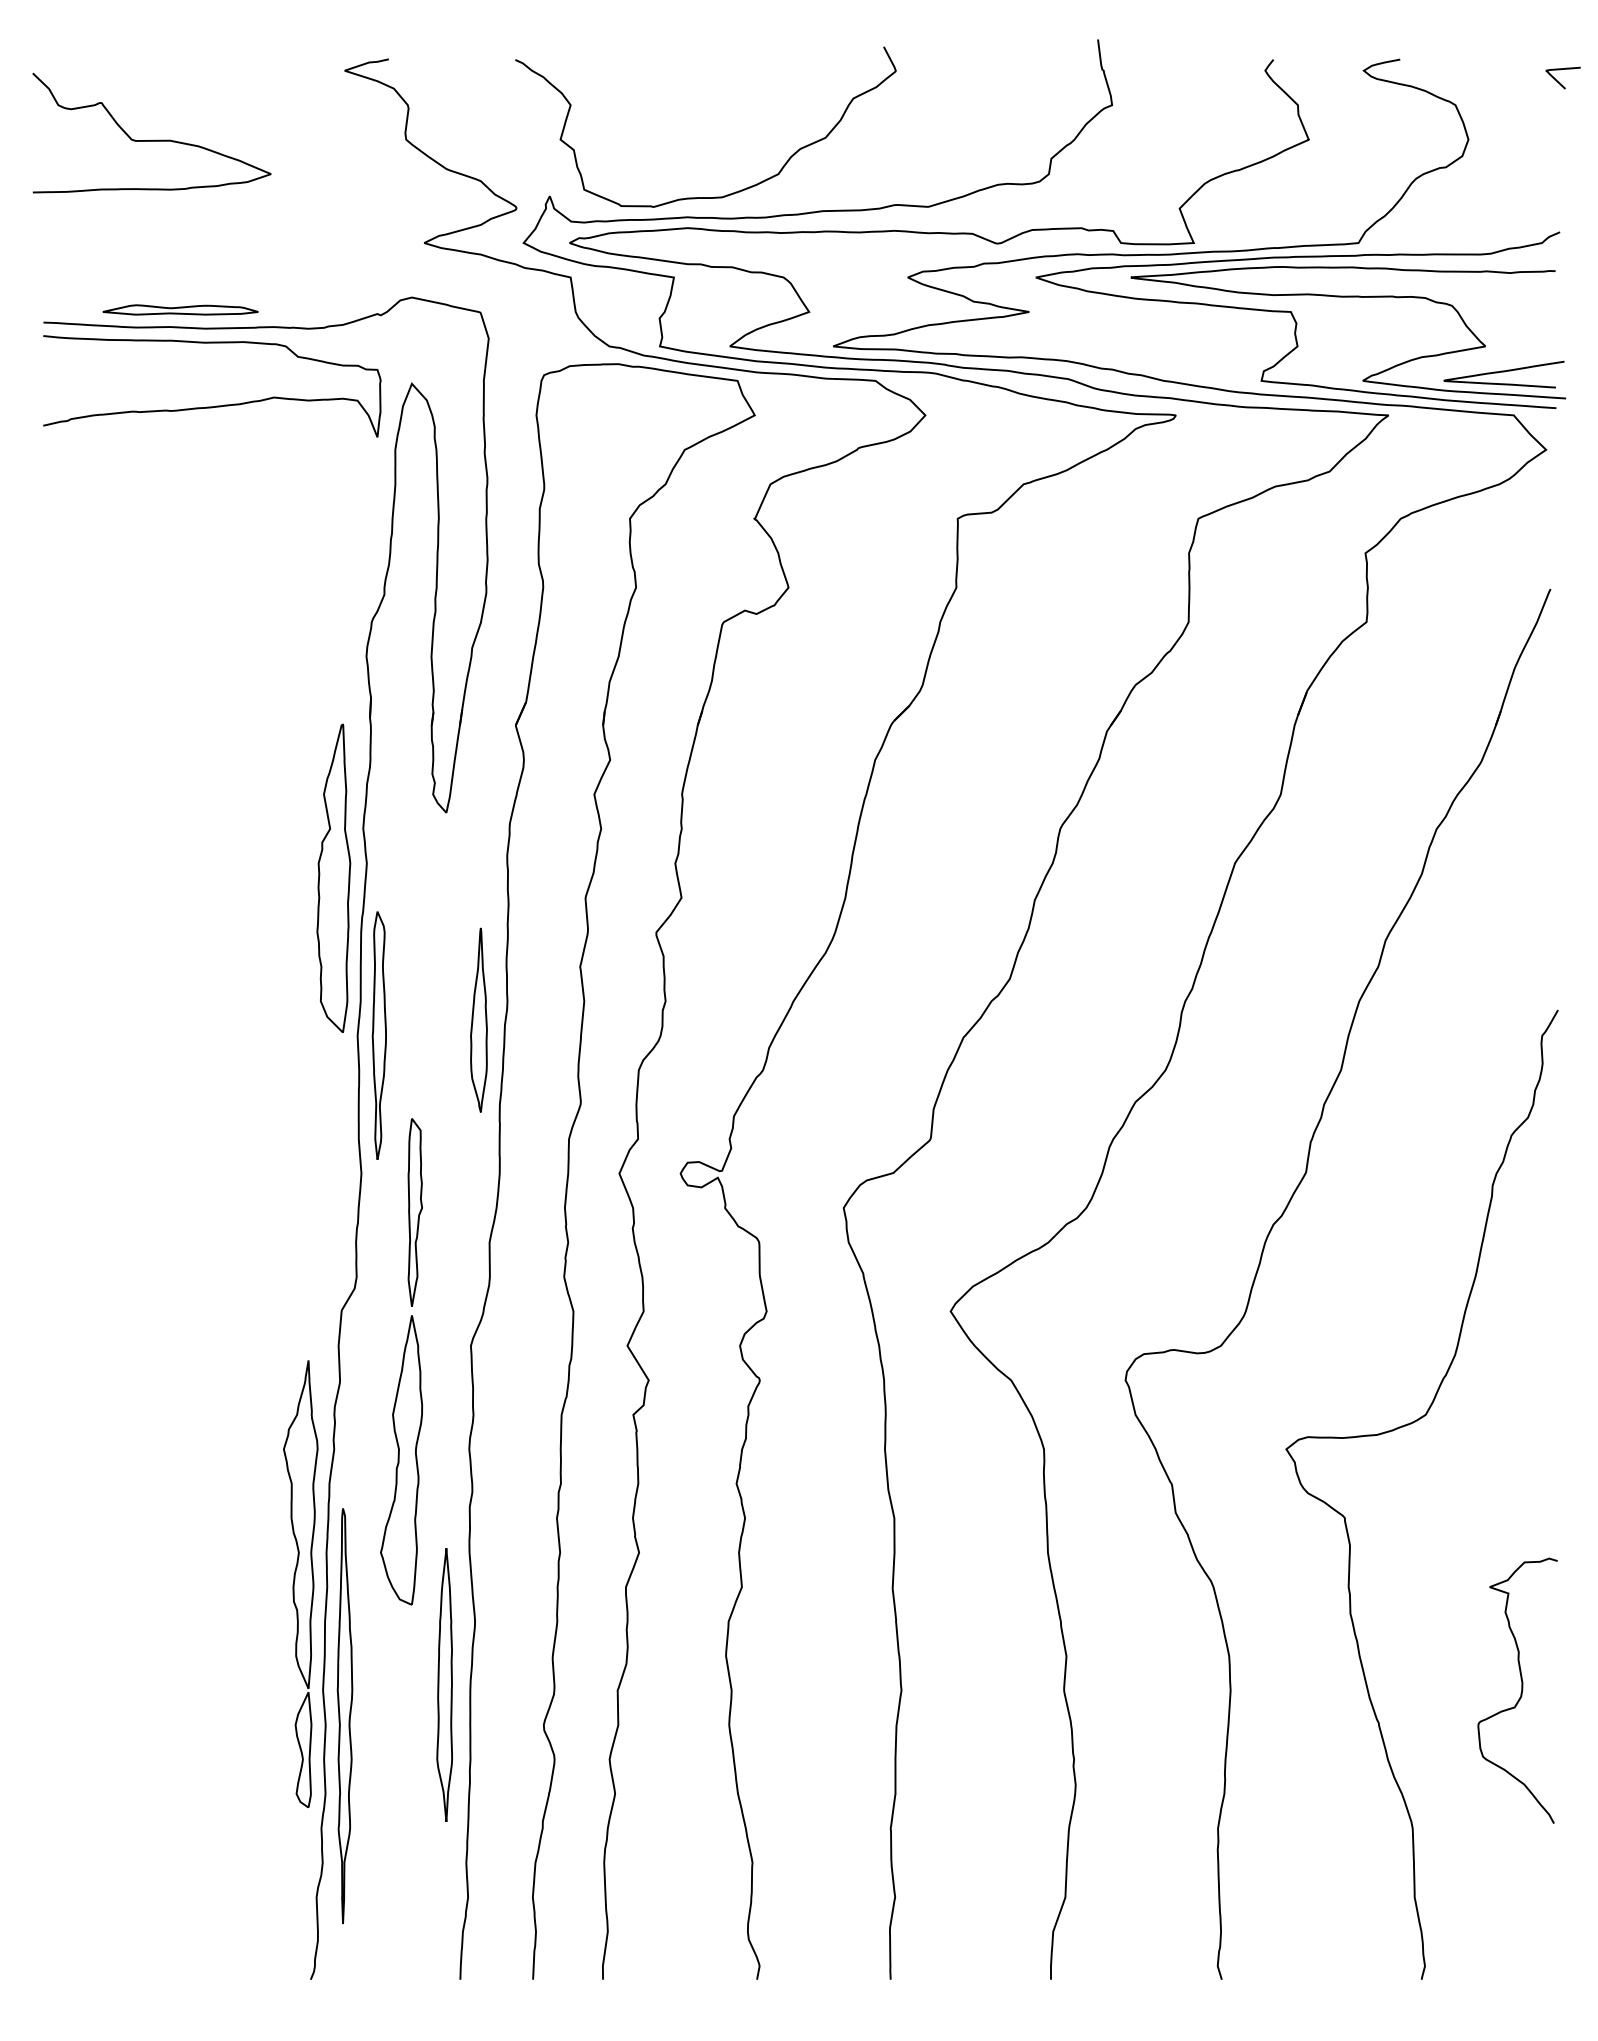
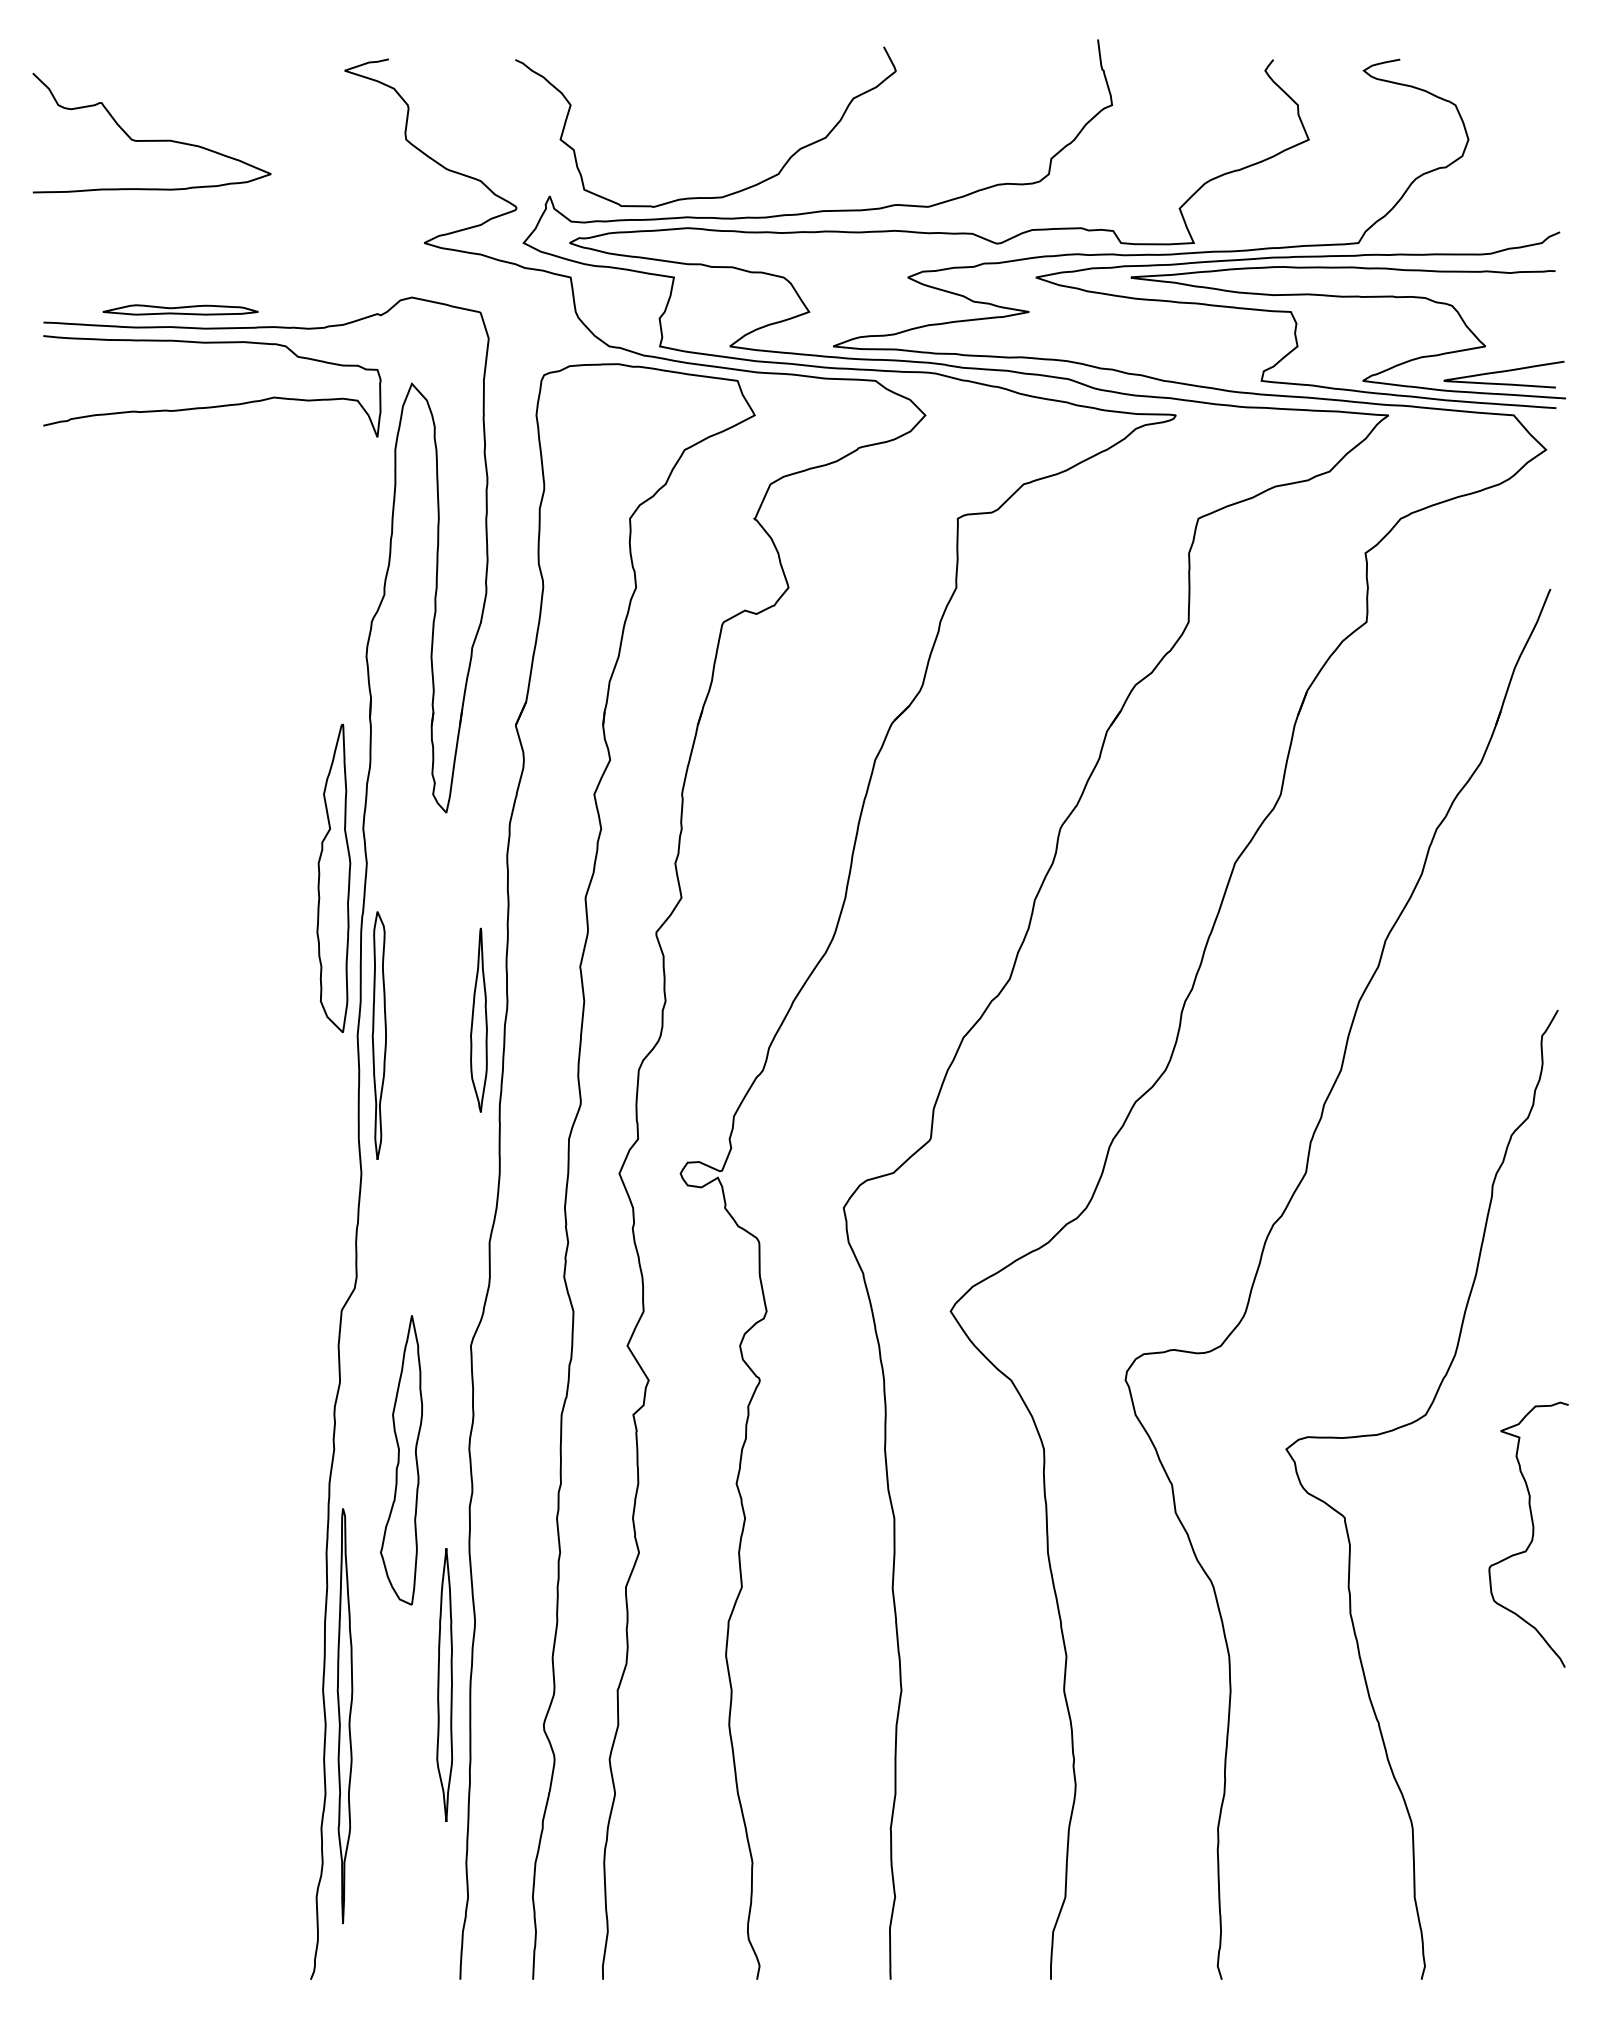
curve at (1560, 82): present -> none
part at (414, 1212): present -> none
part at (300, 1583): present -> none
curve at (1521, 1690) position: (1521, 1690) -> (1532, 1534)
